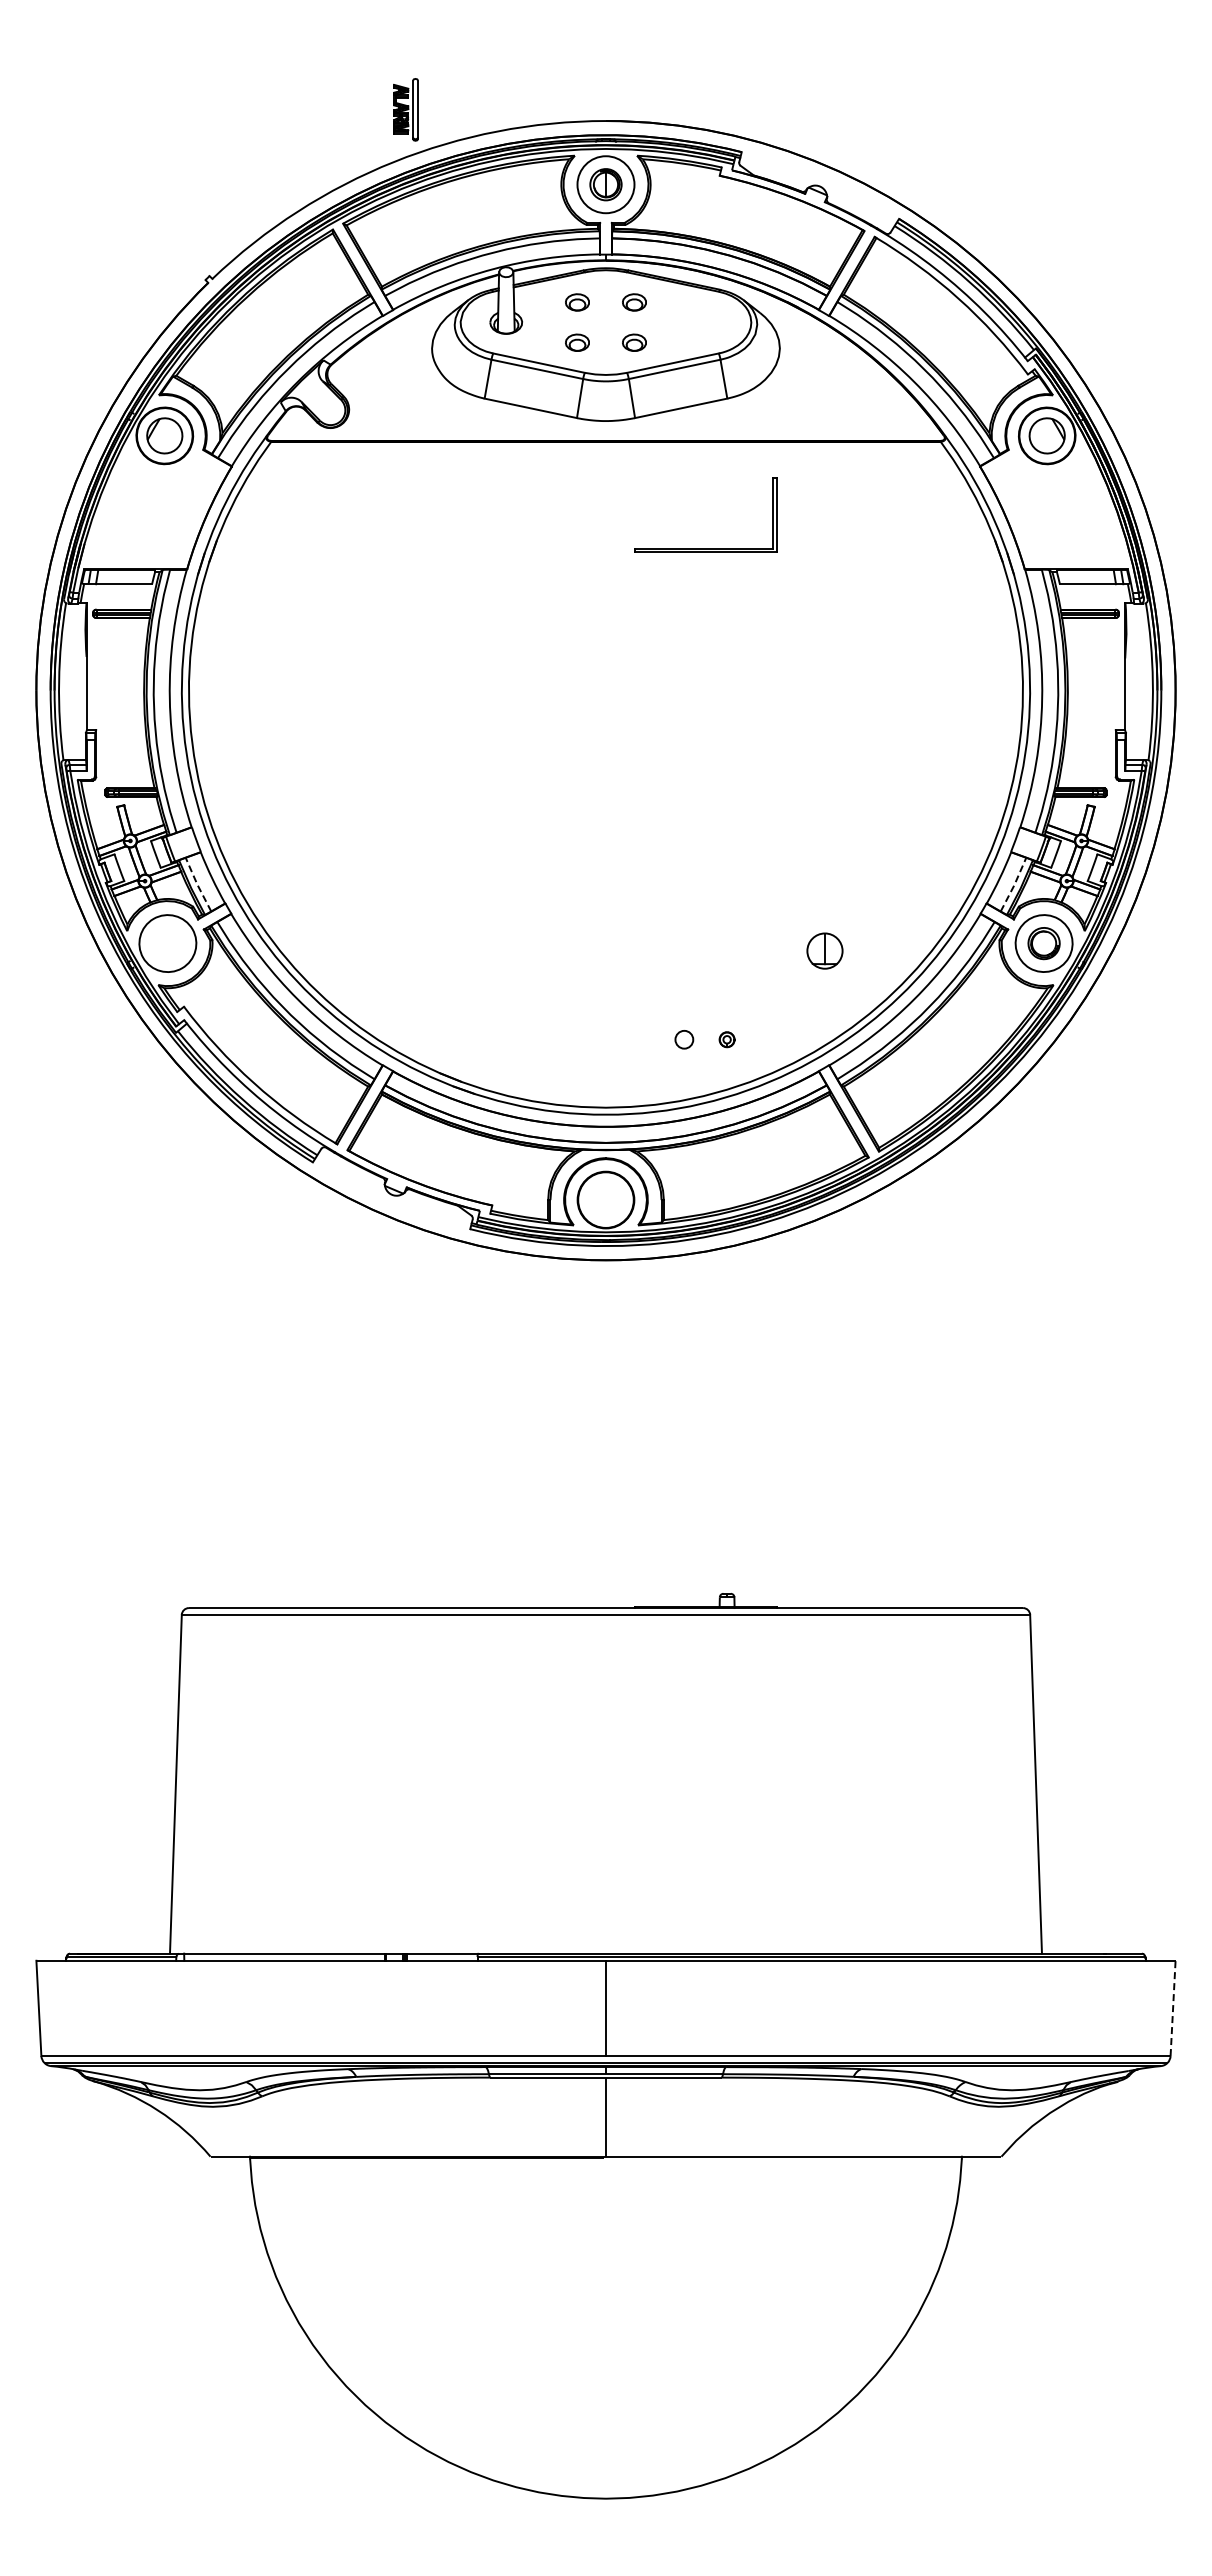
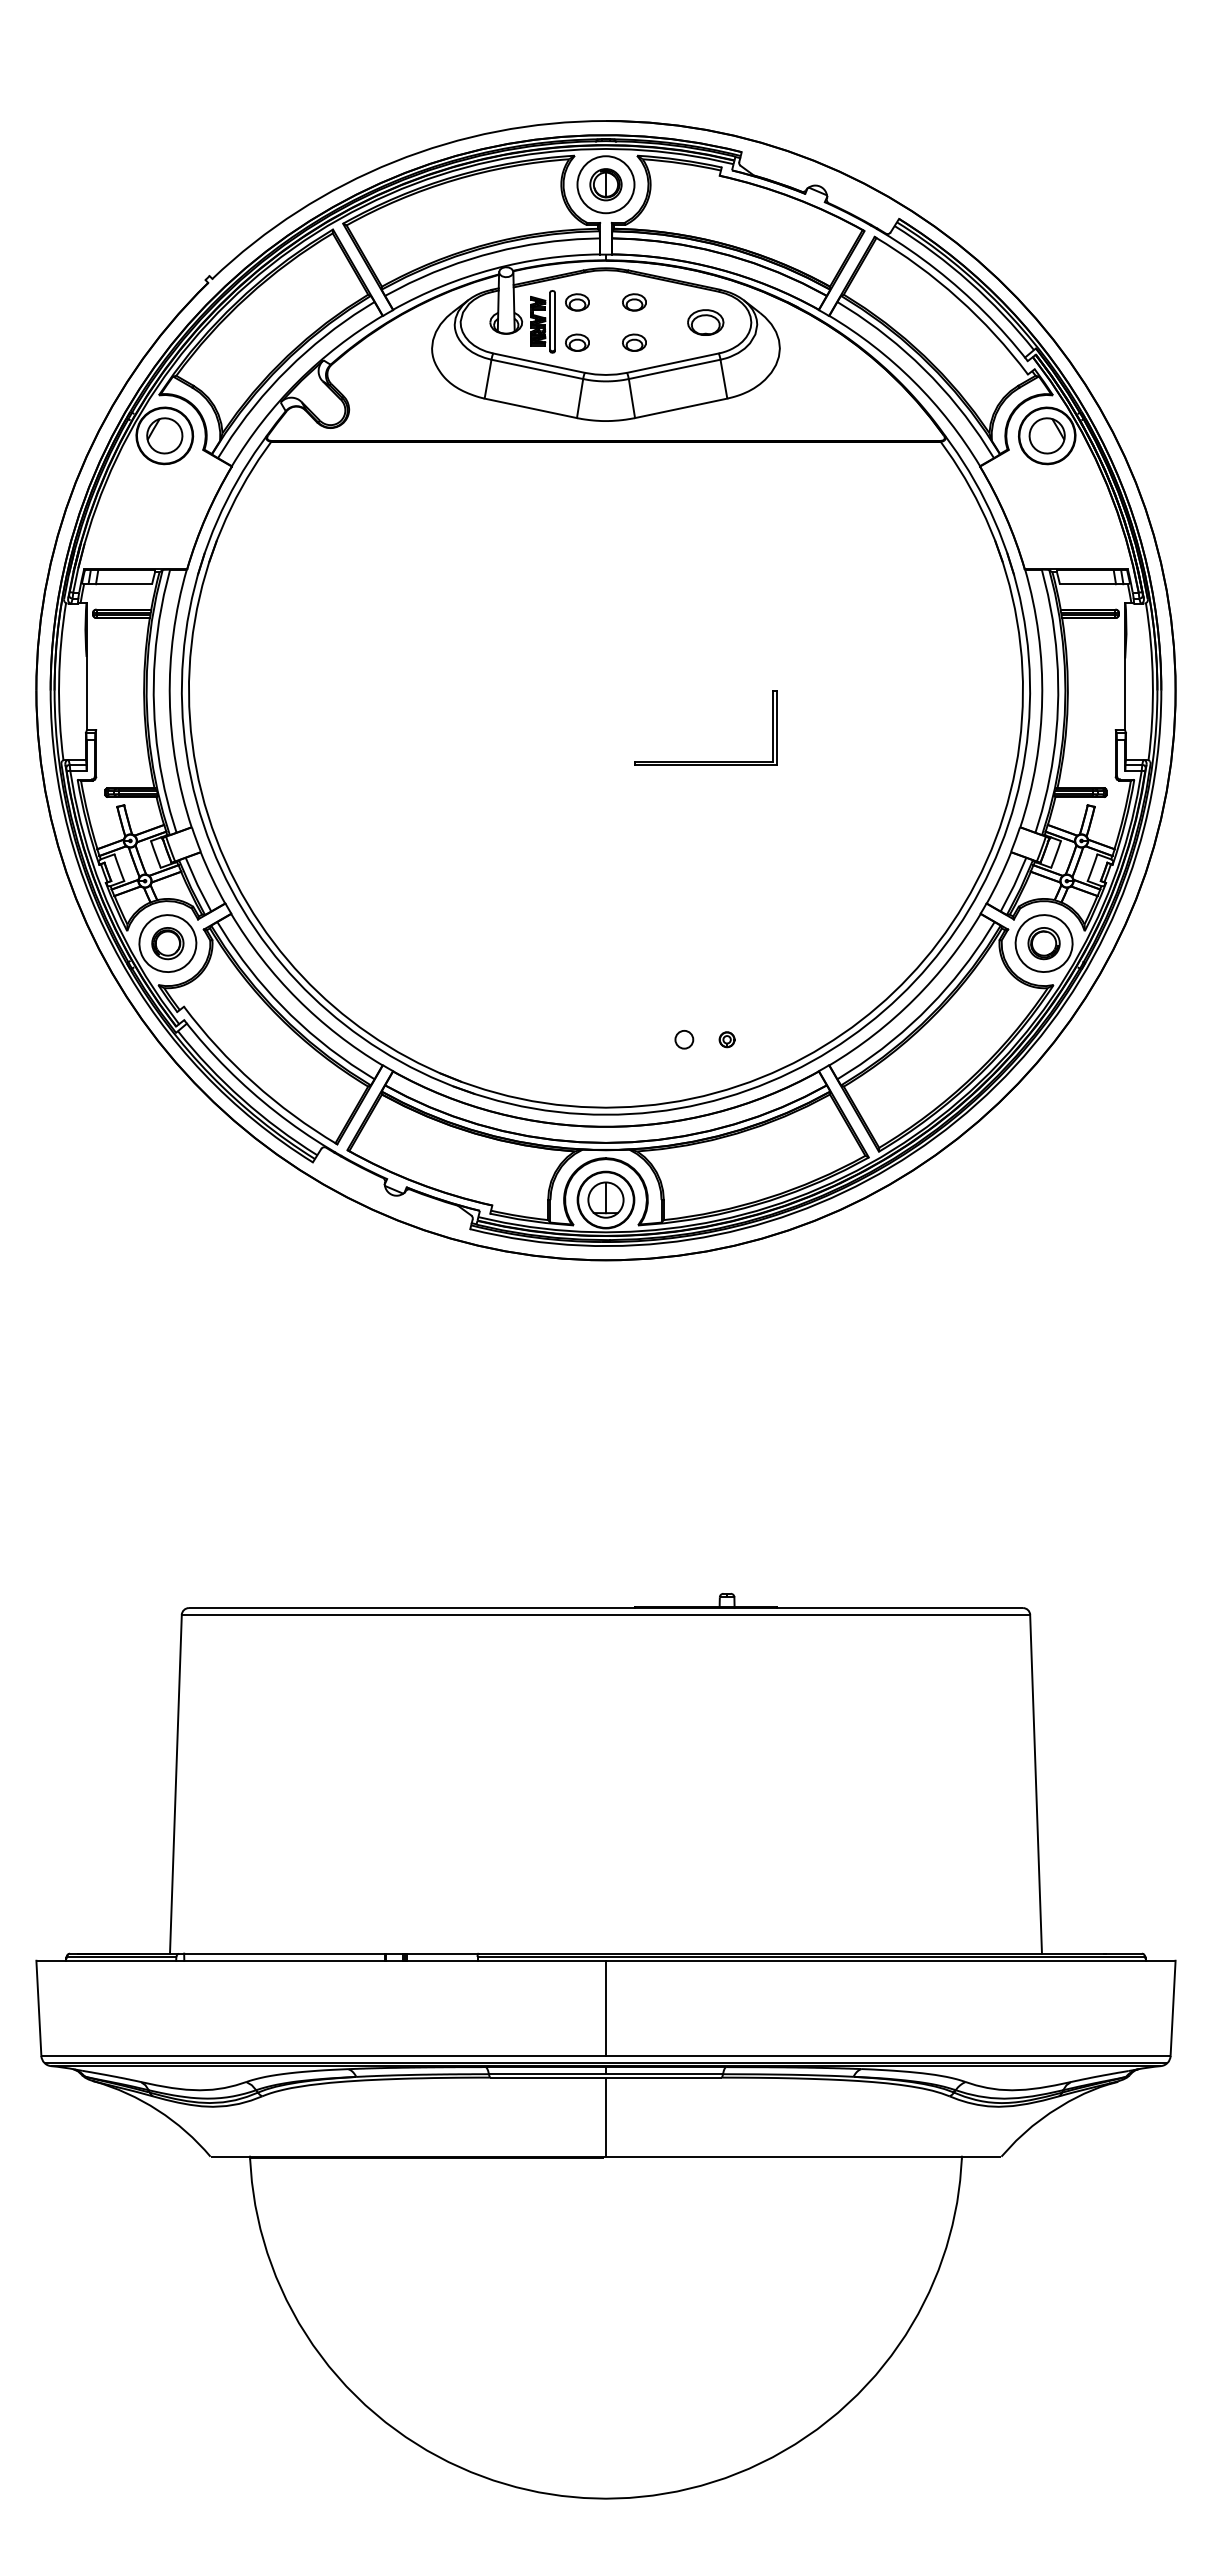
part at (405, 109) position: (405, 109) -> (542, 321)
part at (705, 322): none -> present
part at (705, 548) position: (705, 548) -> (705, 761)
line at (197, 885): dashed -> solid
line at (1014, 885): dashed -> solid
part at (167, 943): none -> present
part at (824, 950) position: (824, 950) -> (605, 1199)
line at (1173, 2008): dashed -> solid
